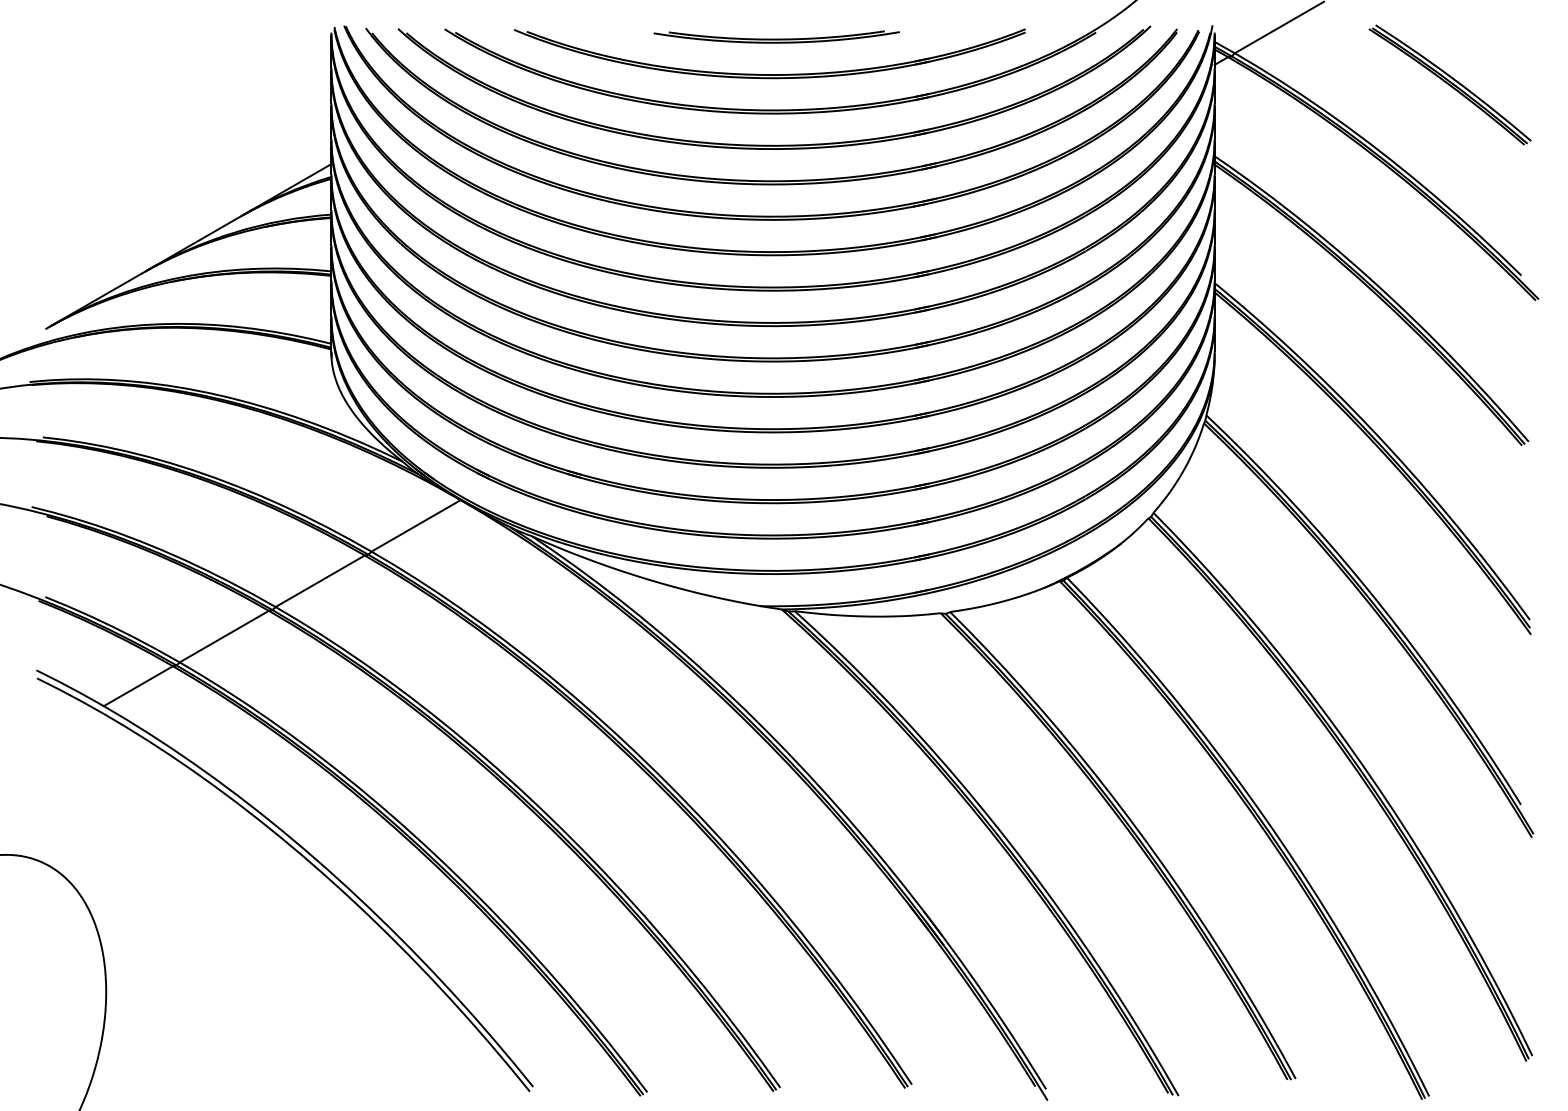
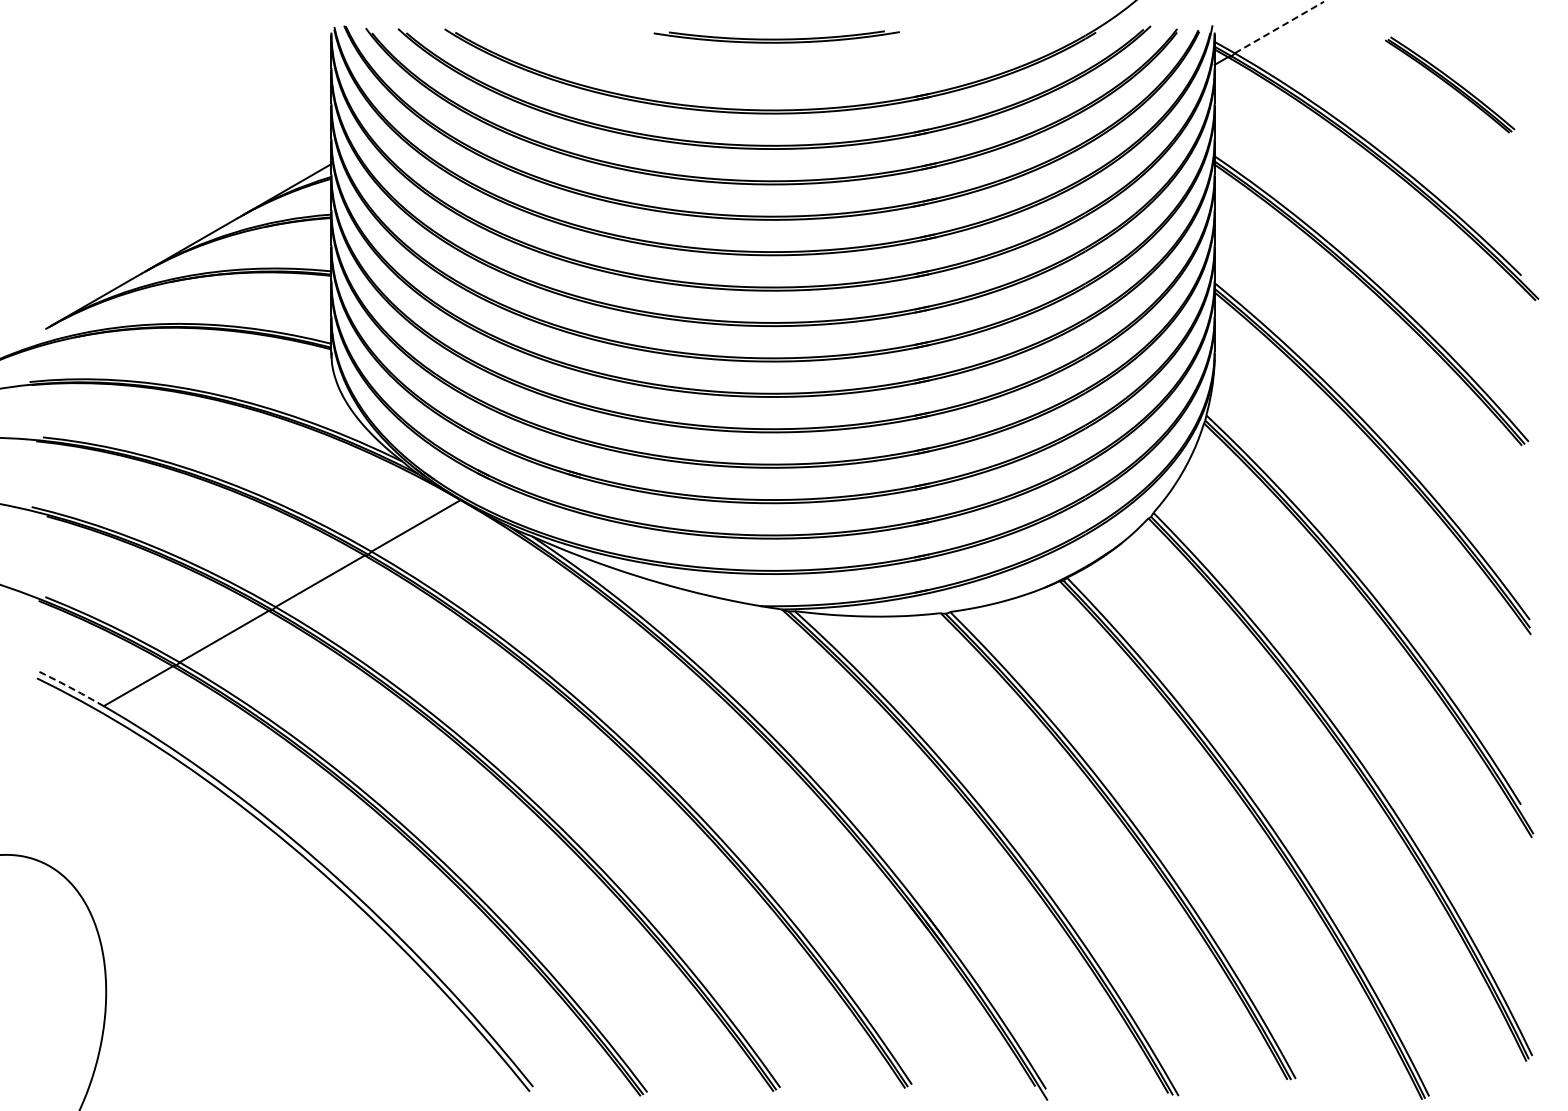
line at (1279, 27): solid -> dashed
part at (769, 74): present -> none
part at (1449, 84) size: 164x122 px -> 131x98 px
line at (70, 687): solid -> dashed
